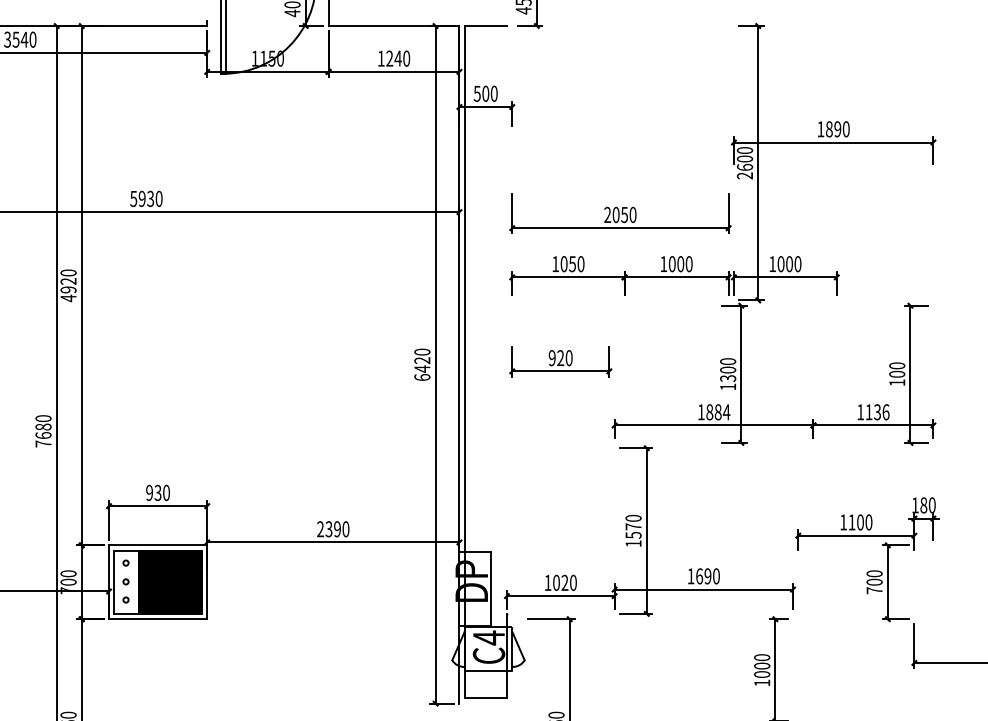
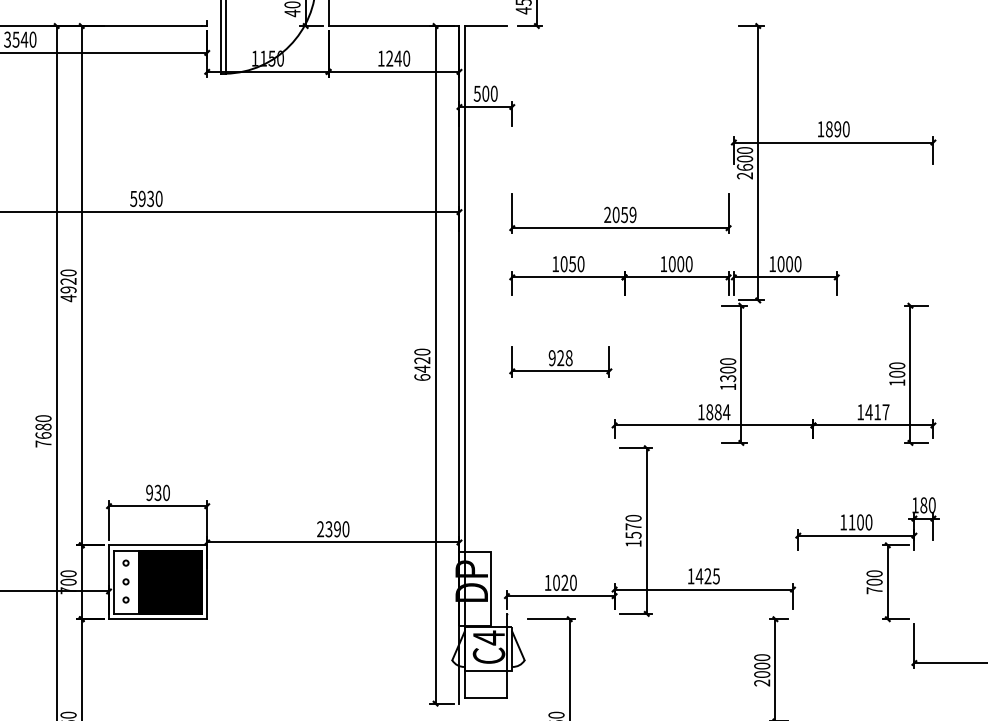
text at (632, 215): 2050 -> 2059
text at (568, 358): 920 -> 928
text at (877, 412): 1136 -> 1417
text at (707, 576): 1690 -> 1425
text at (761, 682): 1000 -> 2000
